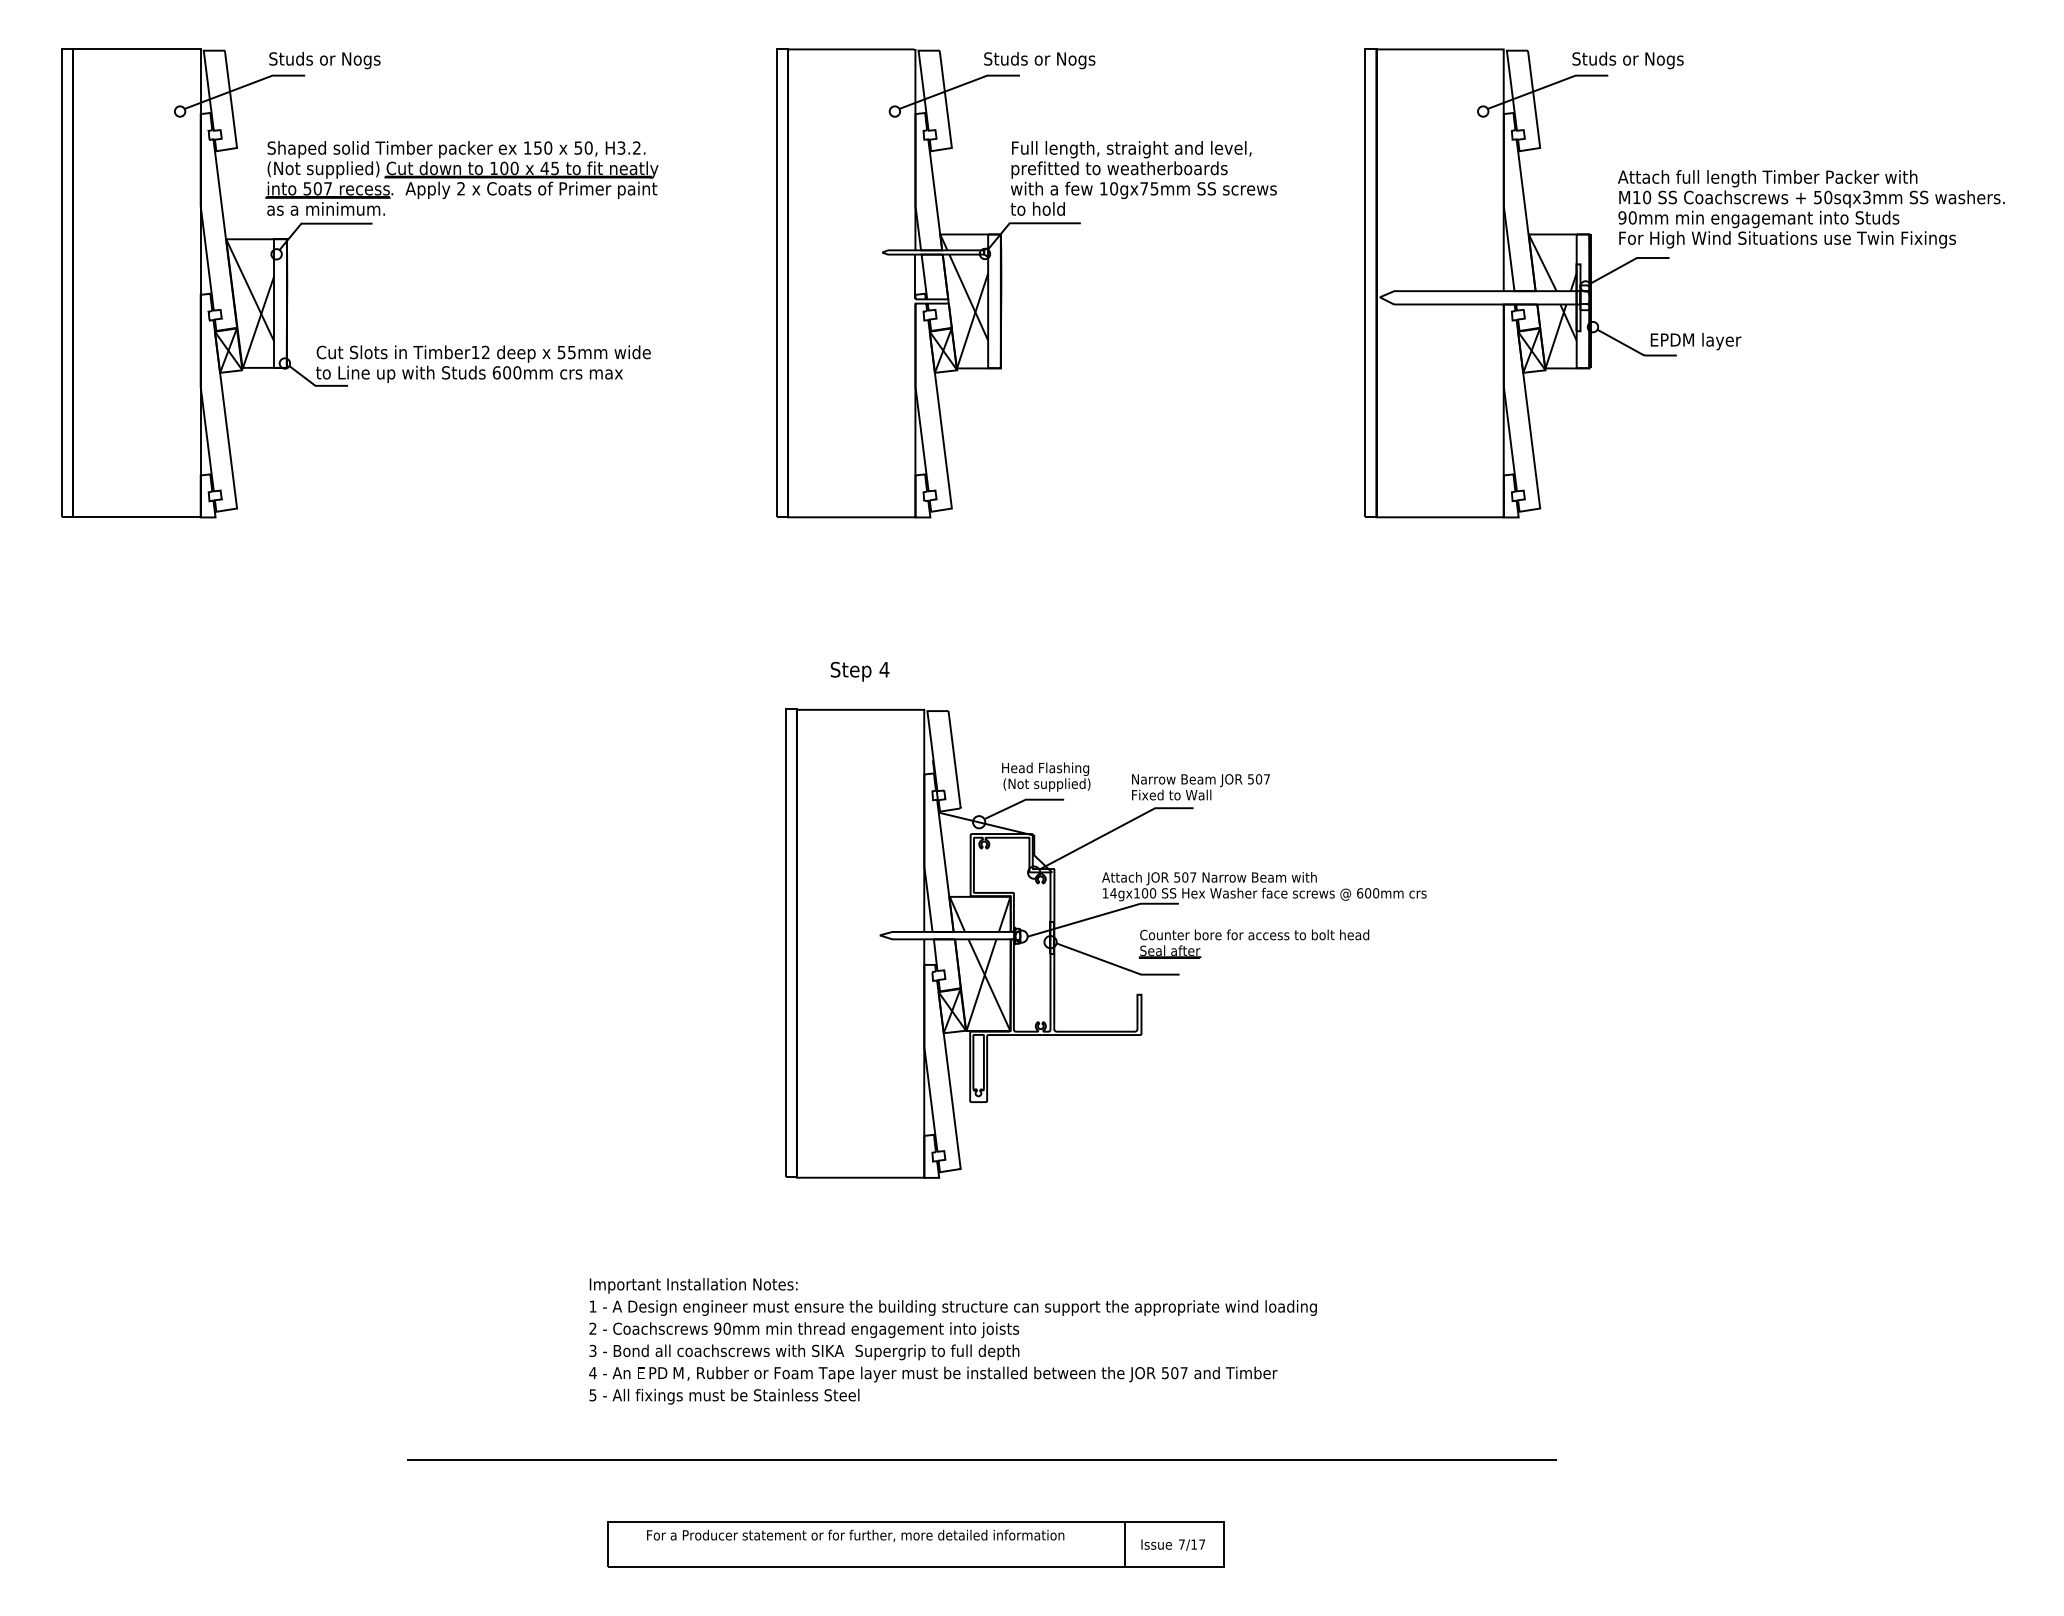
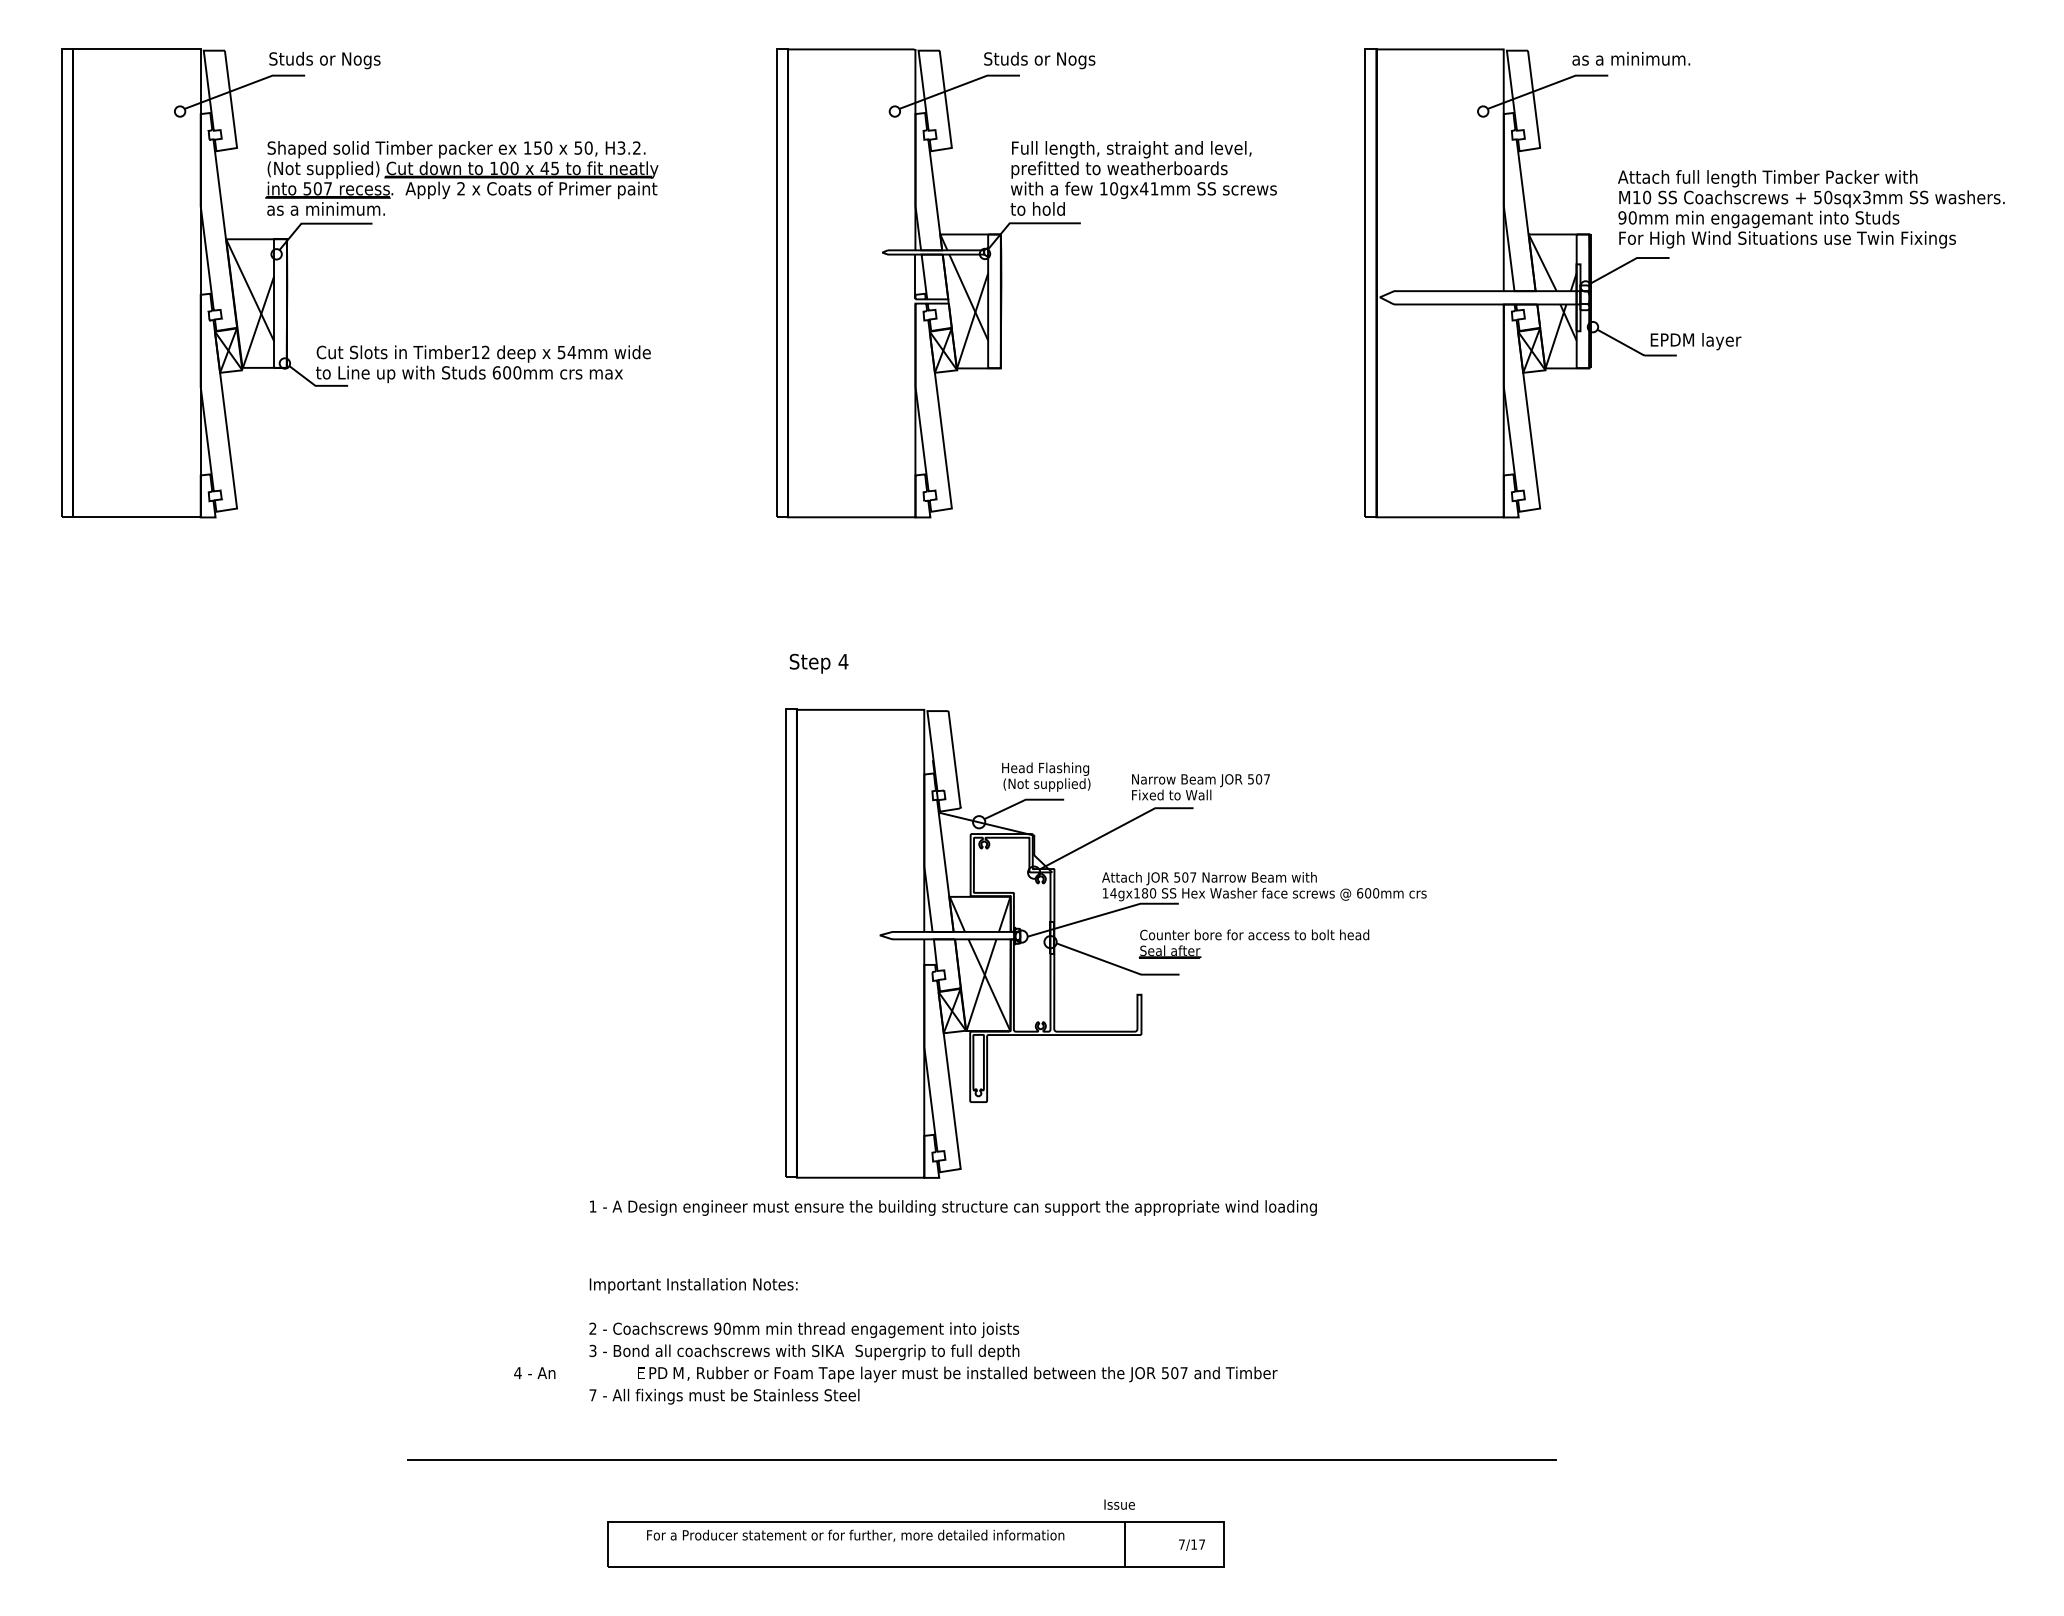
text at (1631, 60): Studs or Nogs -> as a minimum.
text at (1149, 188): 10gx75mm -> 10gx41mm
text at (571, 352): 55mm -> 54mm
text at (859, 671) position: (859, 671) -> (818, 663)
text at (1144, 893): 14gx100 -> 14gx180
text at (953, 1307) position: (953, 1307) -> (953, 1207)
text at (609, 1372) position: (609, 1372) -> (534, 1372)
text at (592, 1395): 5 -> 7
text at (1156, 1544) position: (1156, 1544) -> (1119, 1504)
